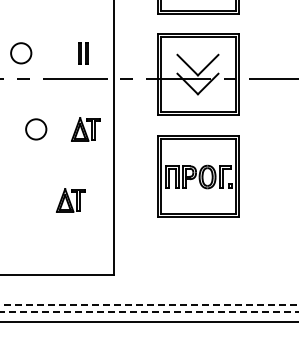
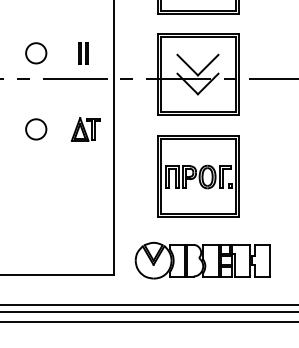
circle at (21, 53) position: (21, 53) -> (36, 53)
part at (70, 200): present -> none
part at (202, 260): none -> present
line at (150, 305): dashed -> solid
line at (149, 312): dashed -> solid
